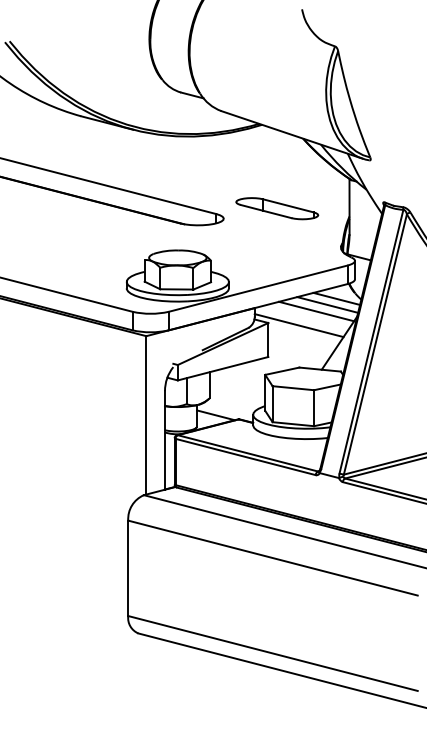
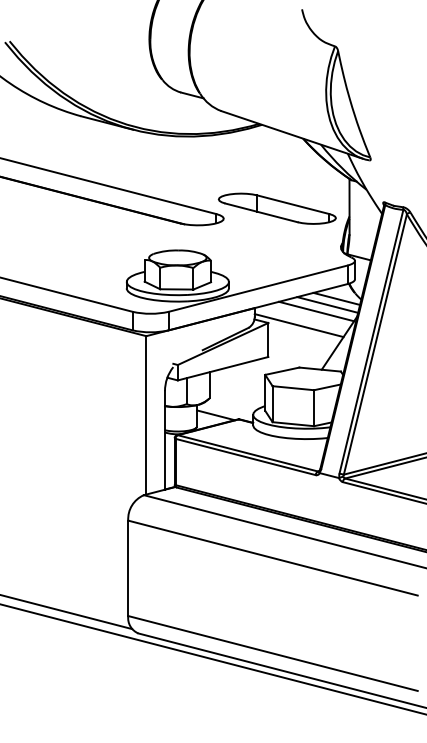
part at (277, 208) size: 85x24 px -> 120x33 px
line at (67, 612): none -> present
line at (212, 658): none -> present
